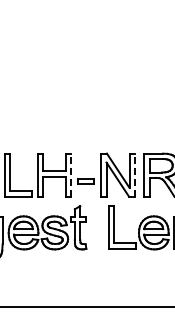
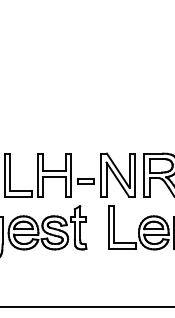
line at (71, 175): dashed -> solid
line at (134, 175): dashed -> solid
